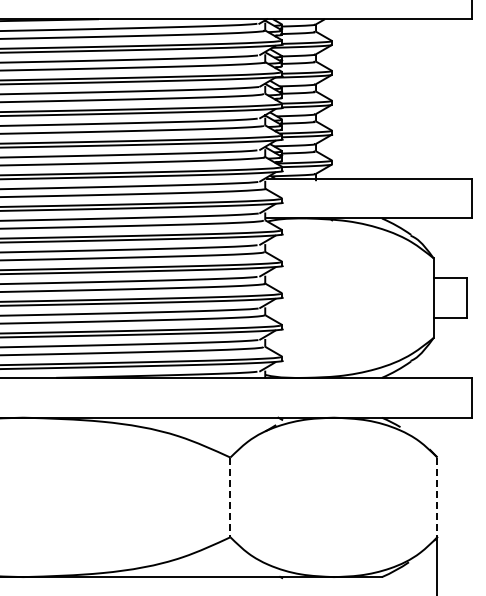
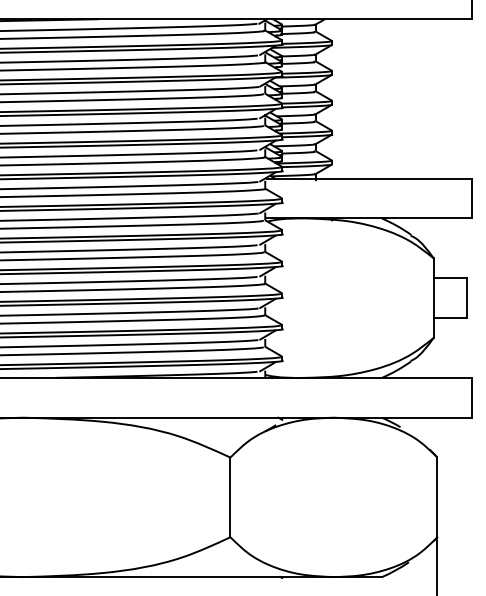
line at (230, 497): dashed -> solid
line at (437, 497): dashed -> solid
